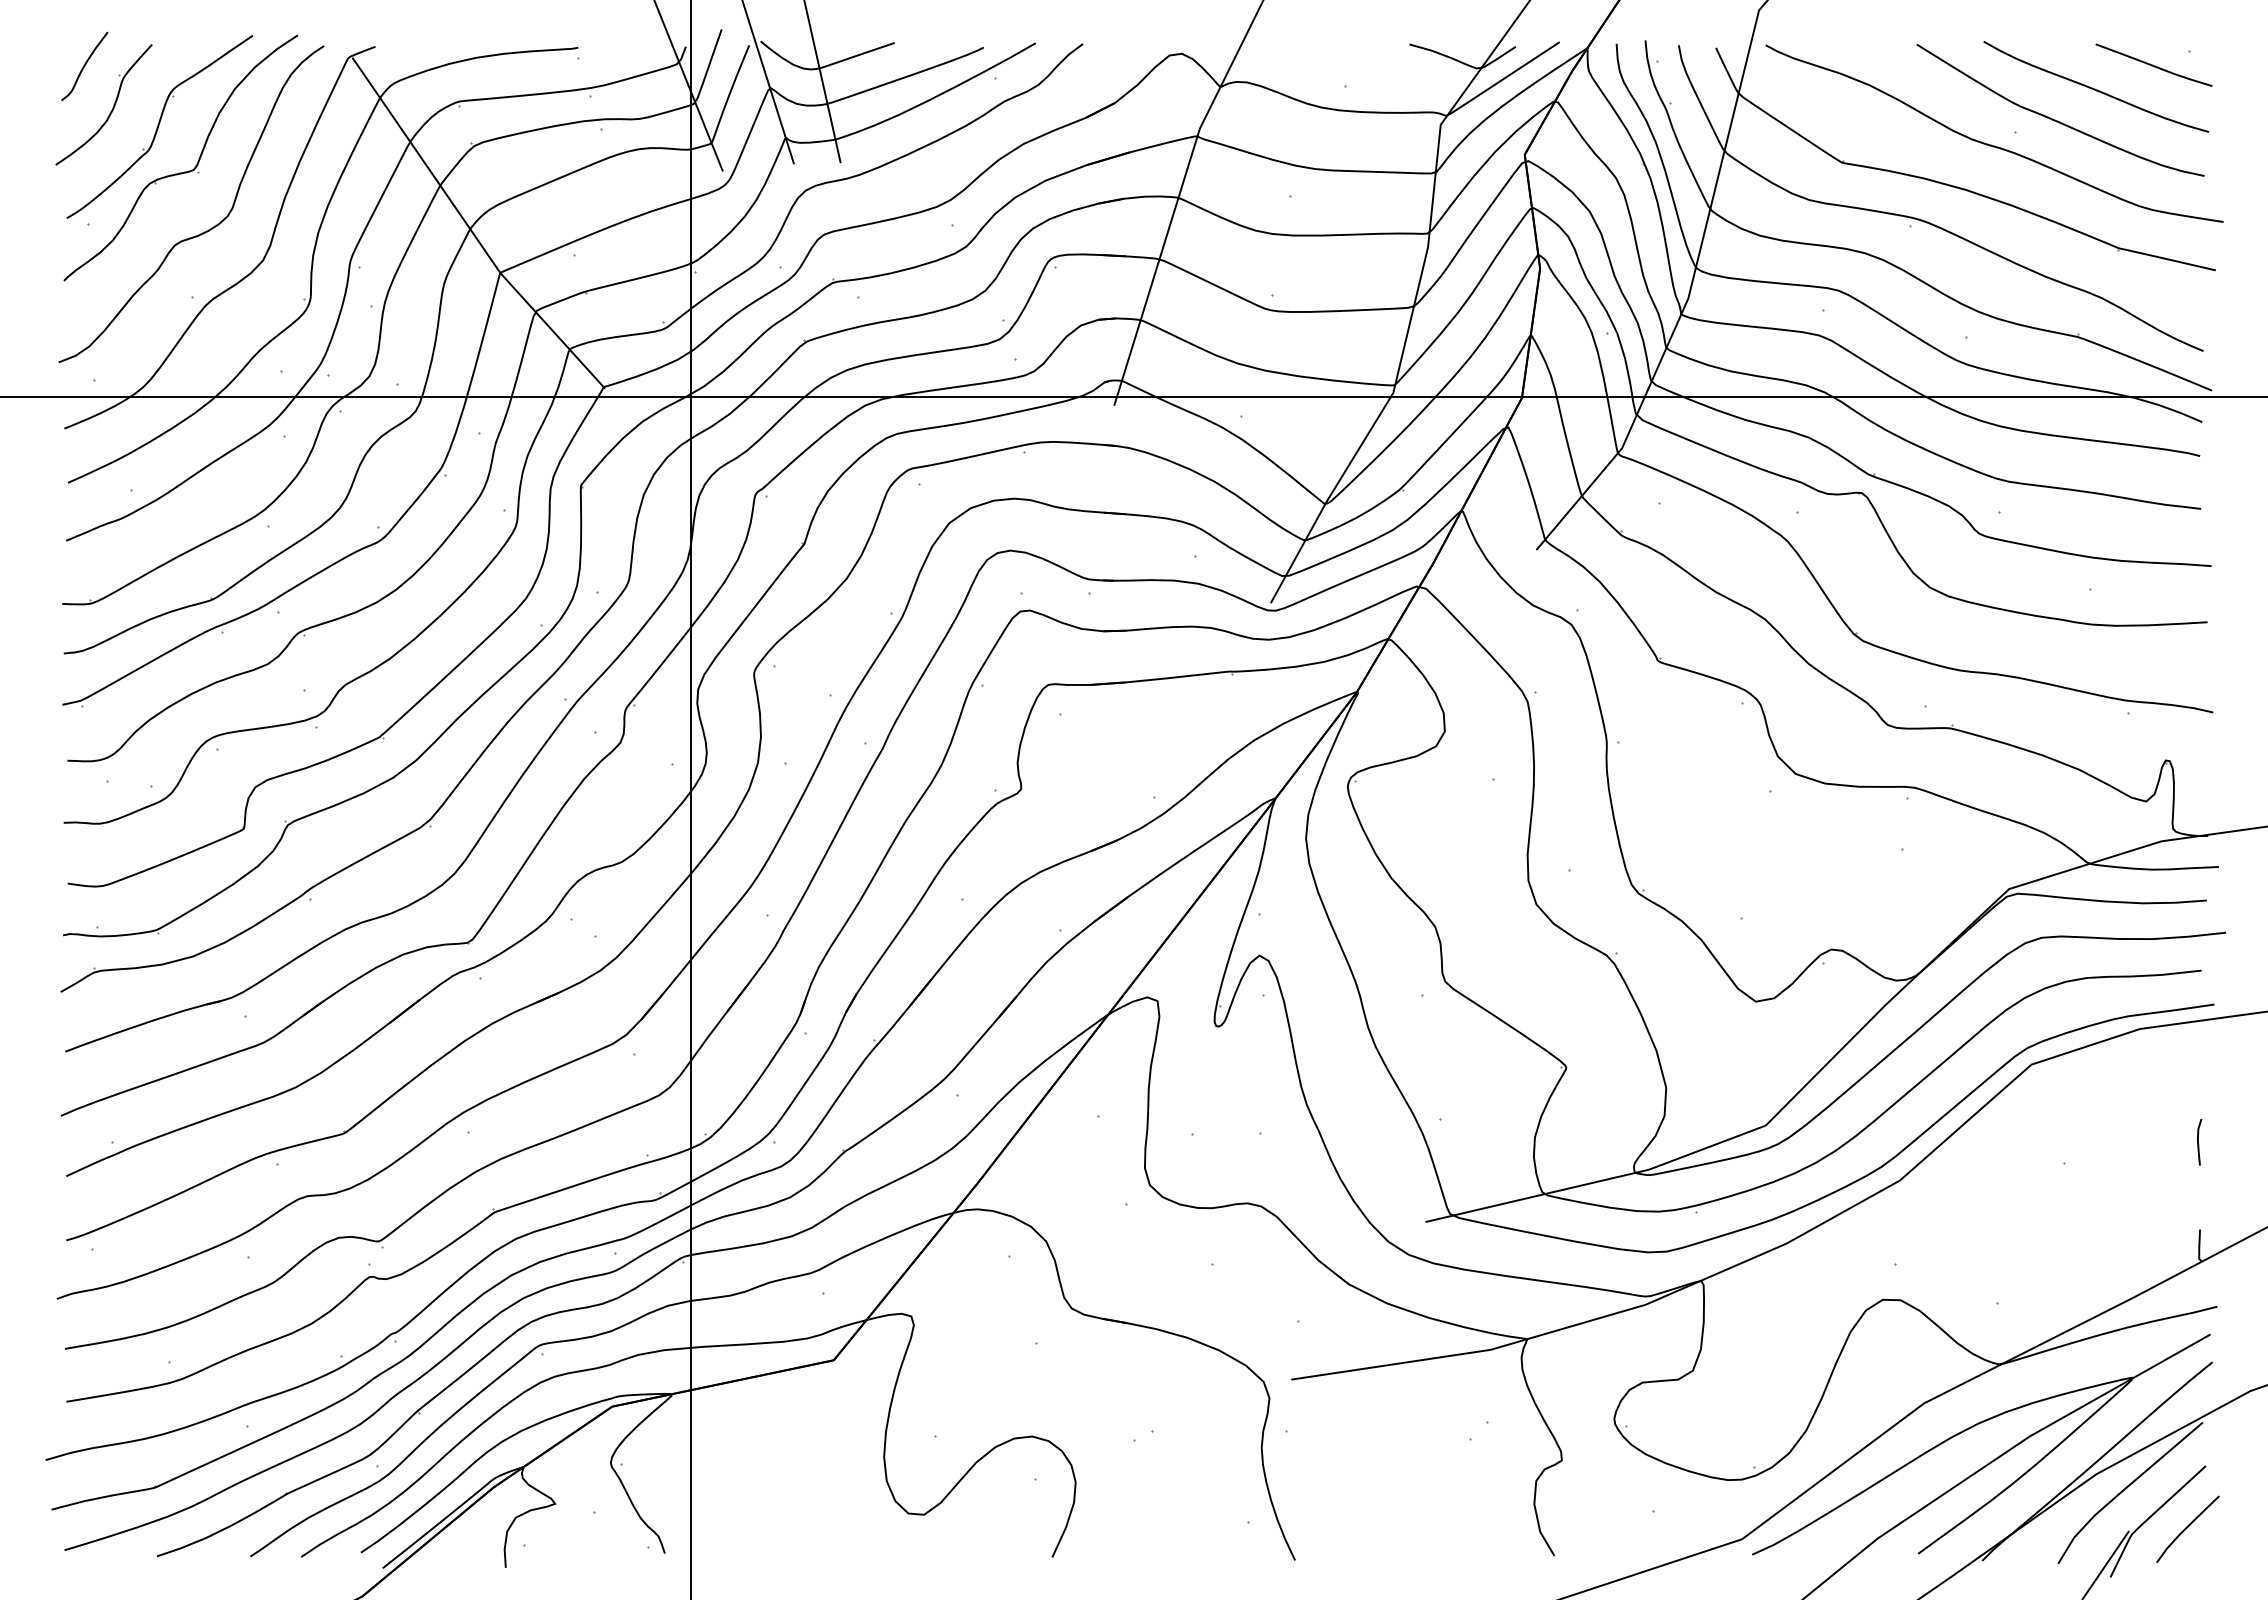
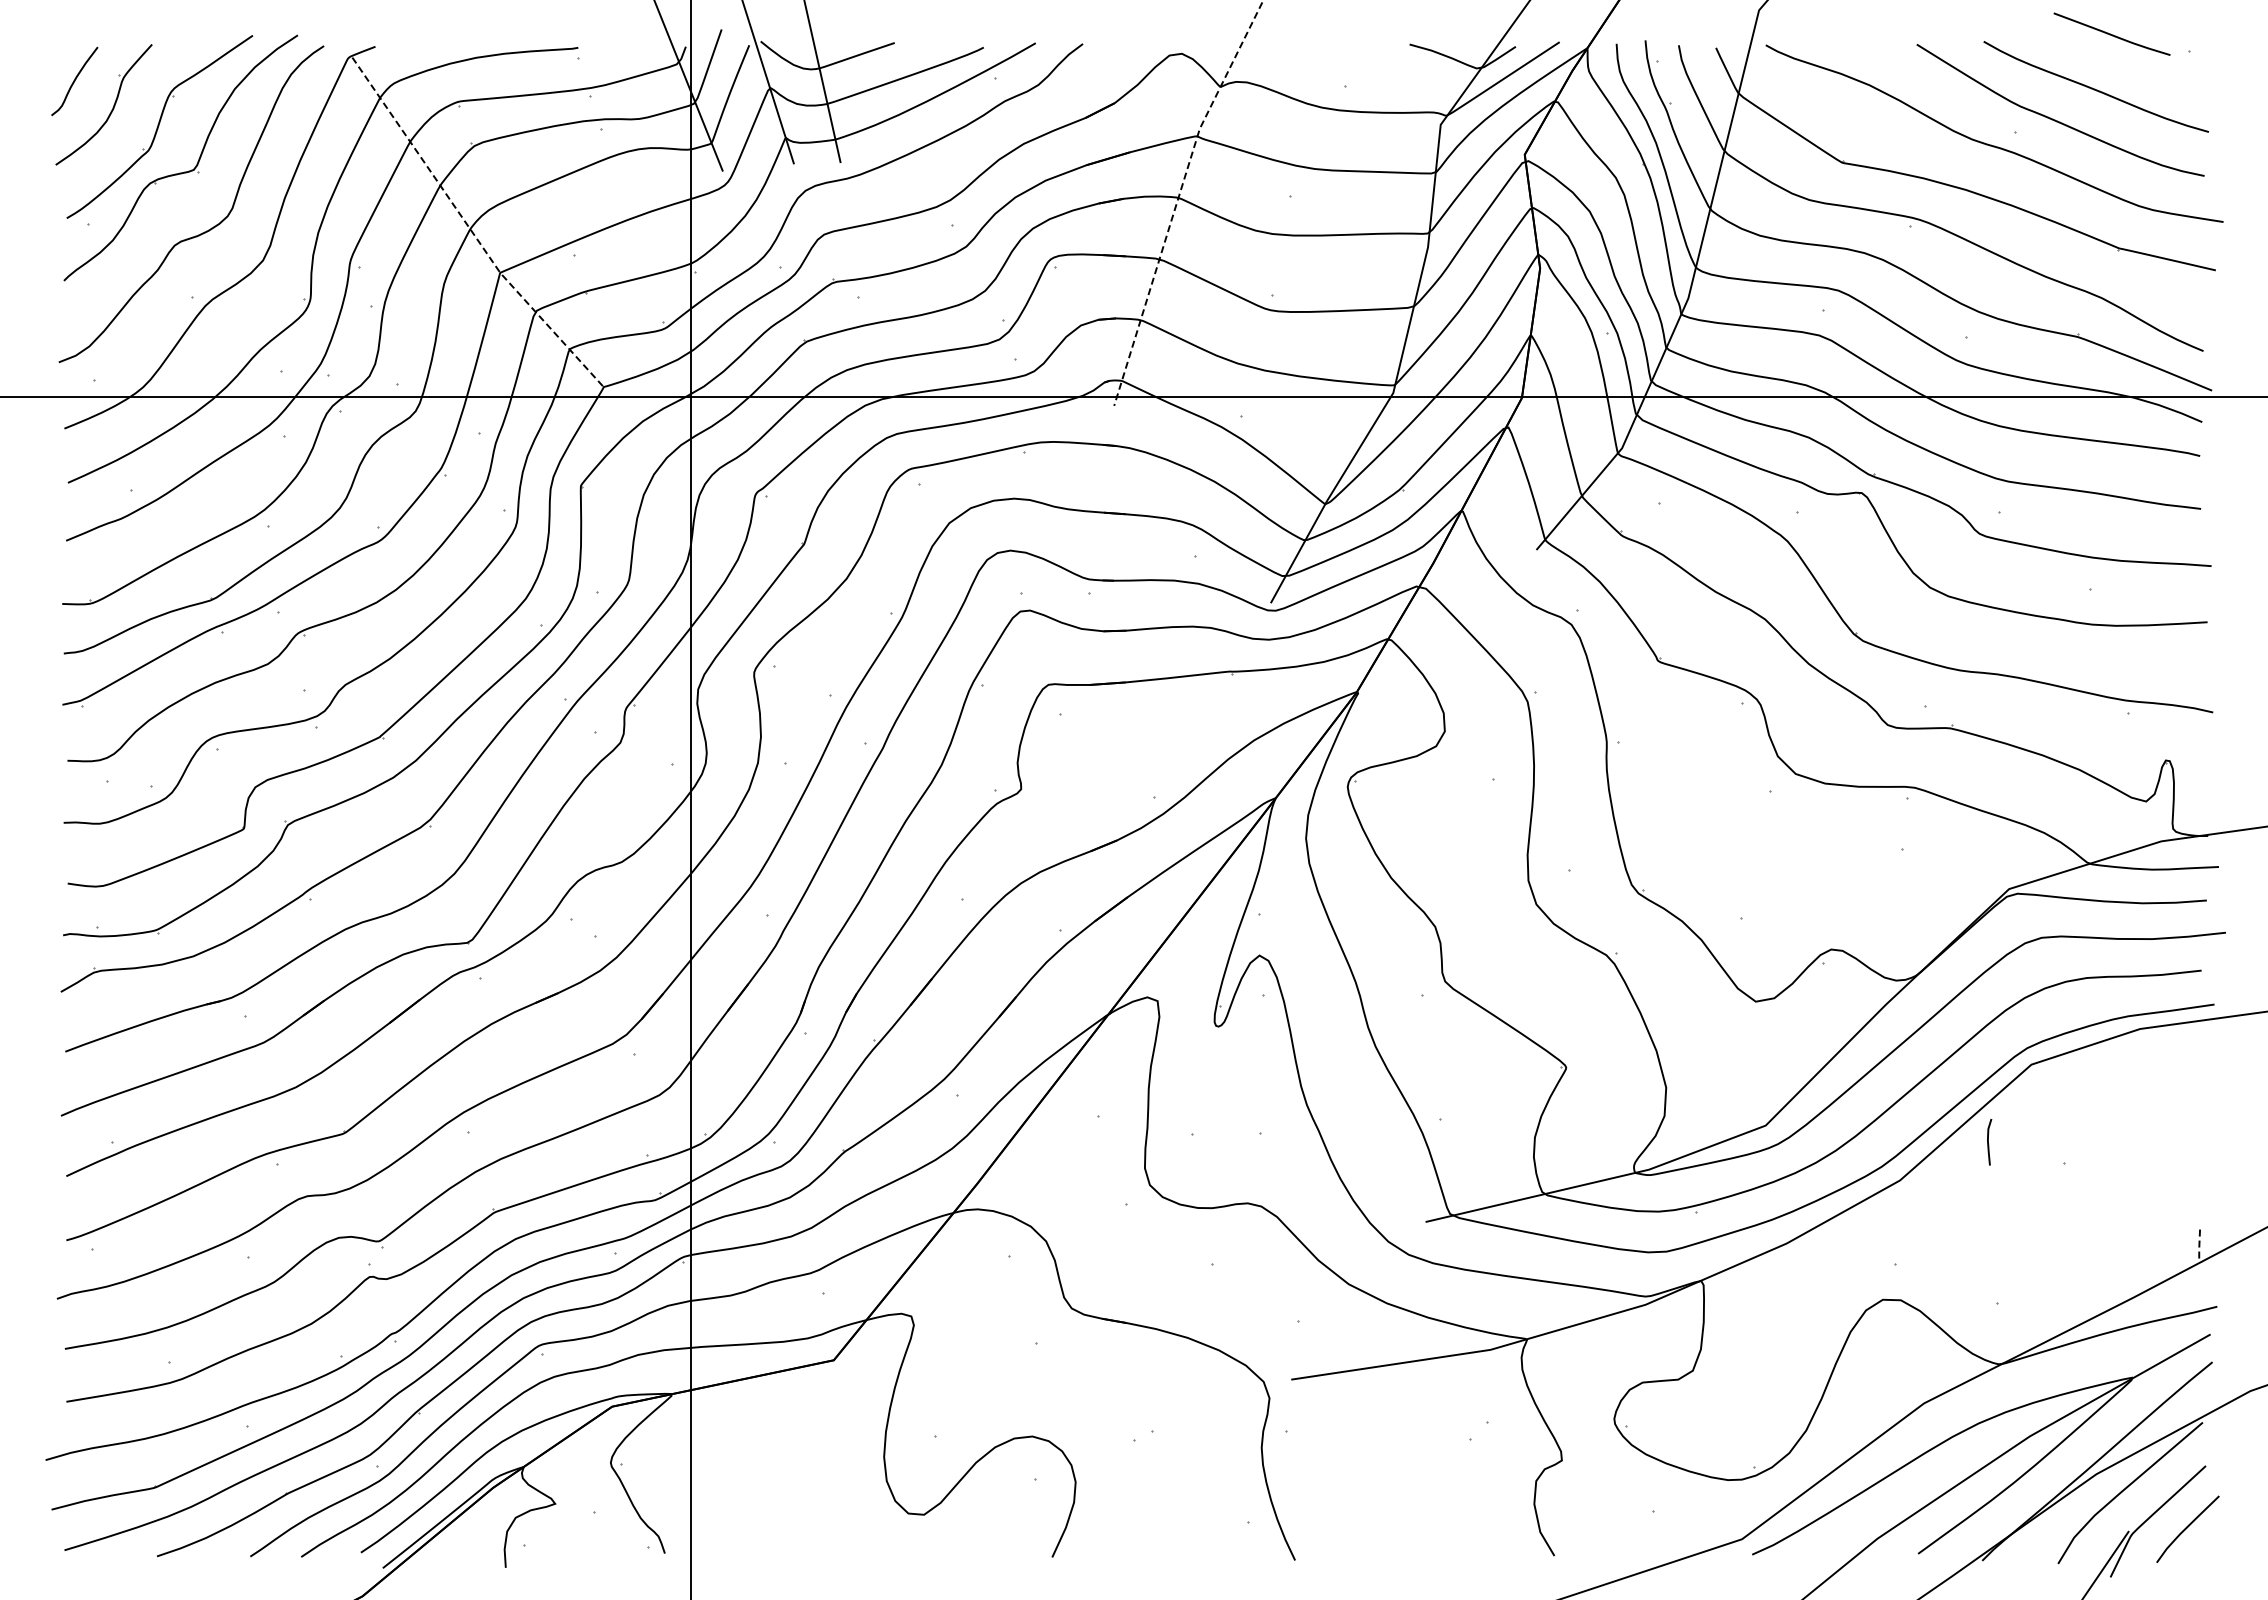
curve at (2152, 64) position: (2152, 64) -> (2110, 33)
curve at (84, 66) position: (84, 66) -> (74, 81)
line at (1178, 199): solid -> dashed
line at (471, 230): solid -> dashed
line at (2198, 1142) position: (2198, 1142) -> (1988, 1142)
line at (2199, 1248): solid -> dashed
